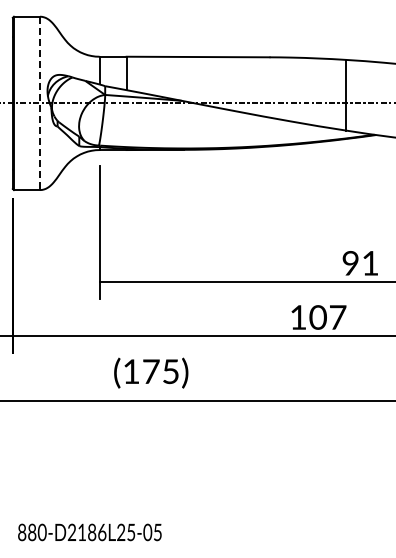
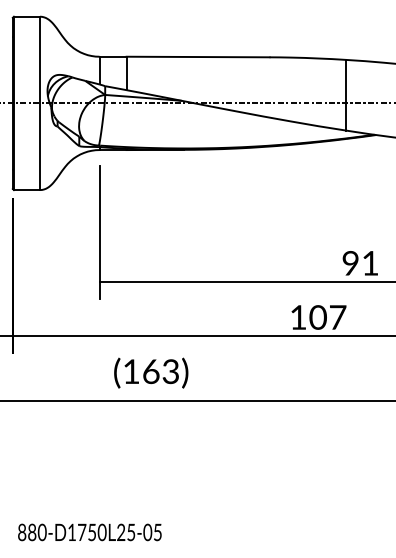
line at (39, 103): dashed -> solid
text at (160, 371): (175) -> (163)
text at (86, 532): 880-D2186L25-05 -> 880-D1750L25-05
